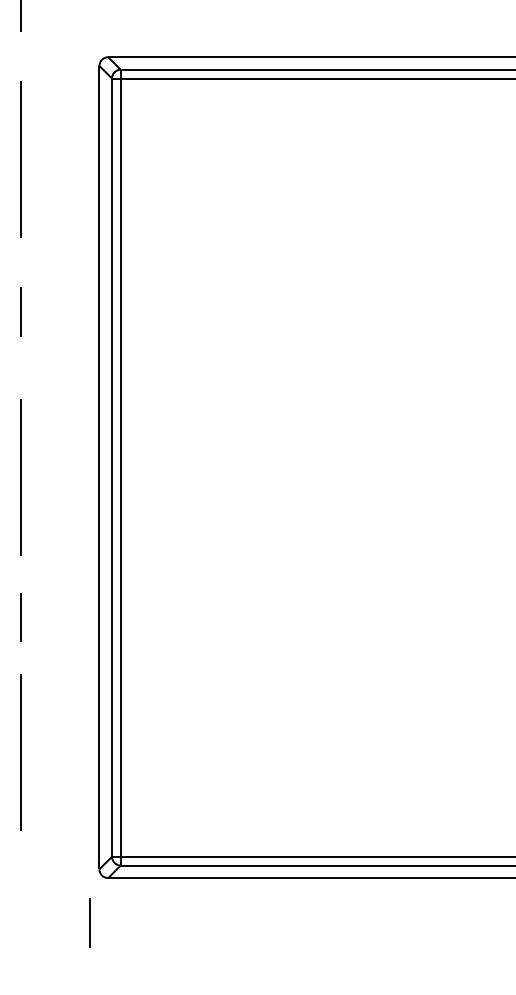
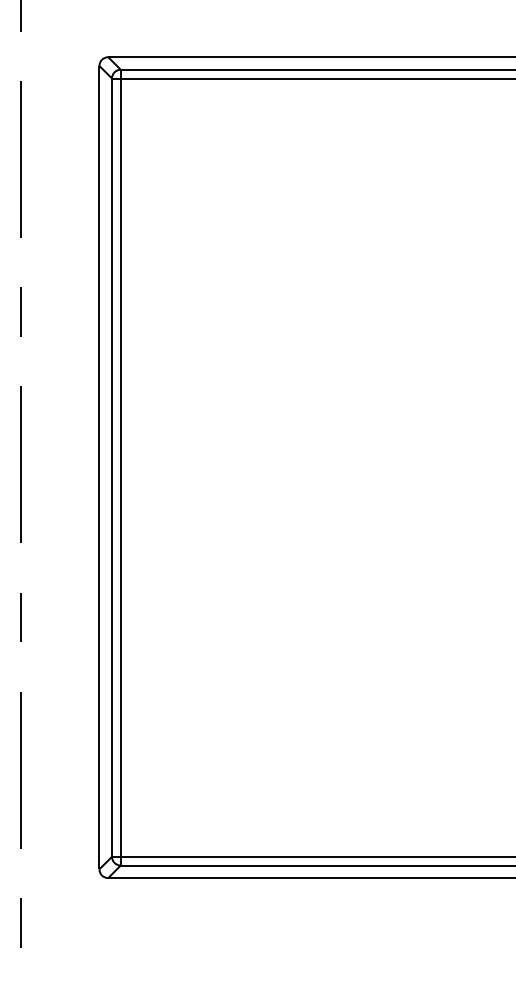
line at (20, 477) position: (20, 477) -> (20, 464)
line at (20, 752) position: (20, 752) -> (20, 770)
line at (89, 922) position: (89, 922) -> (20, 922)
